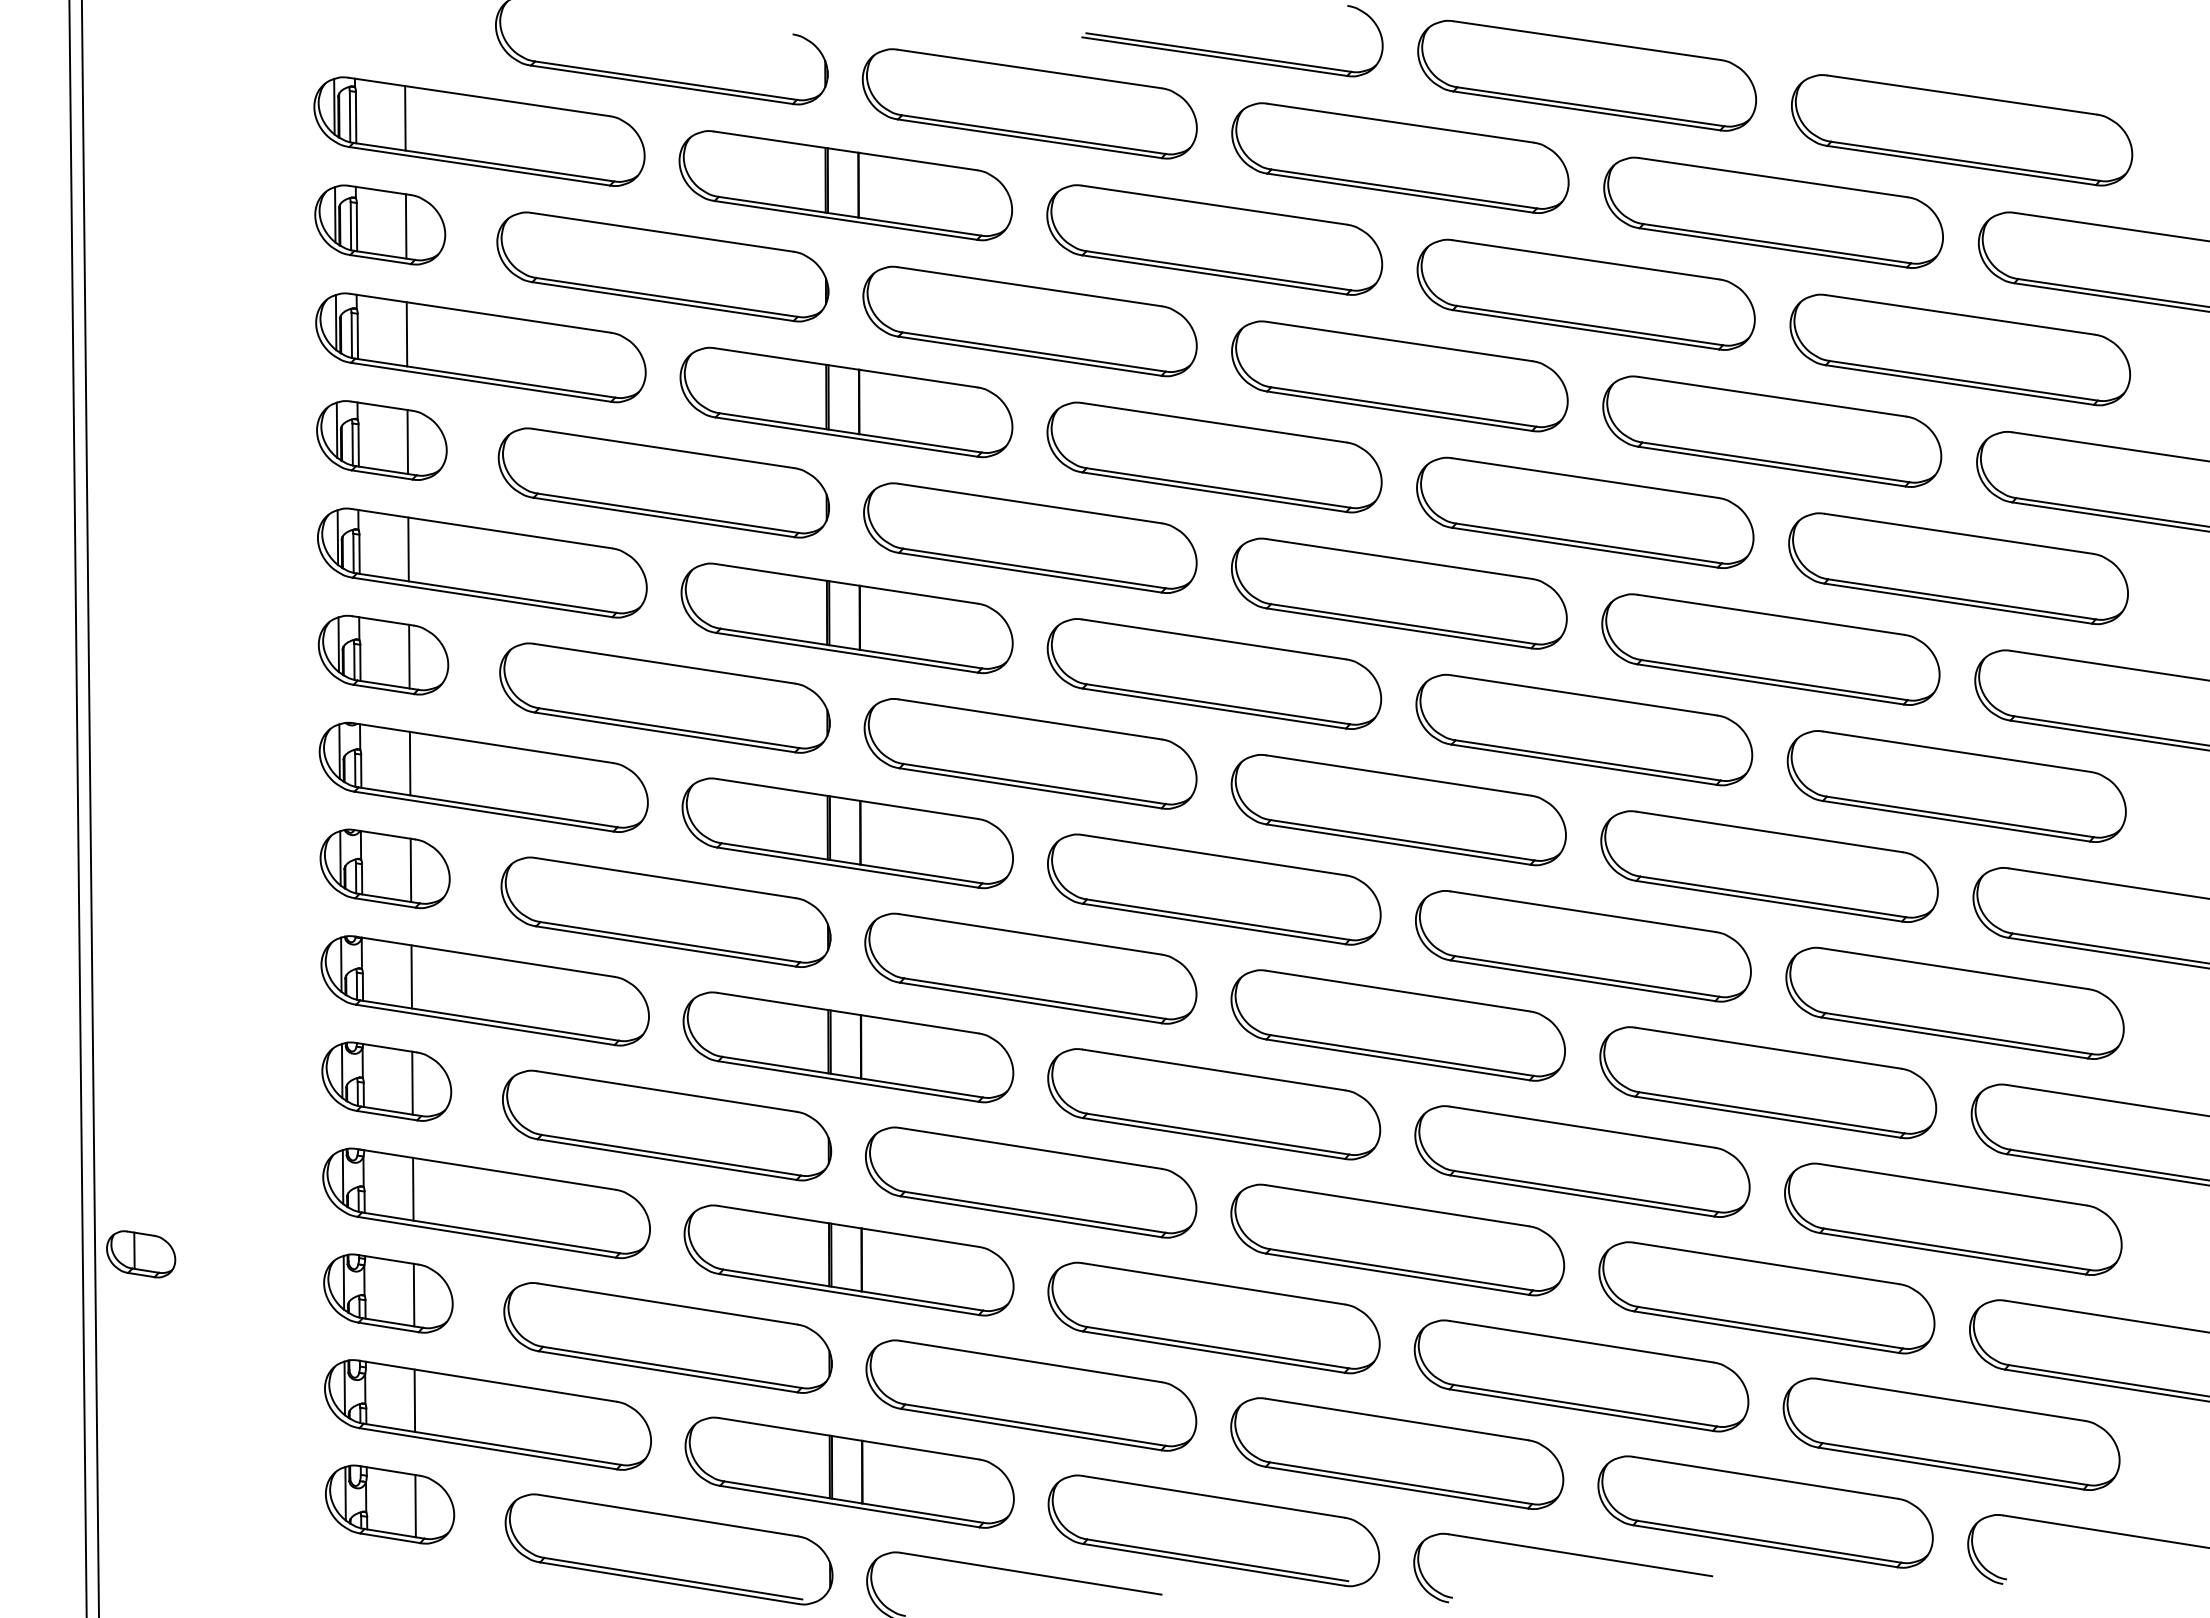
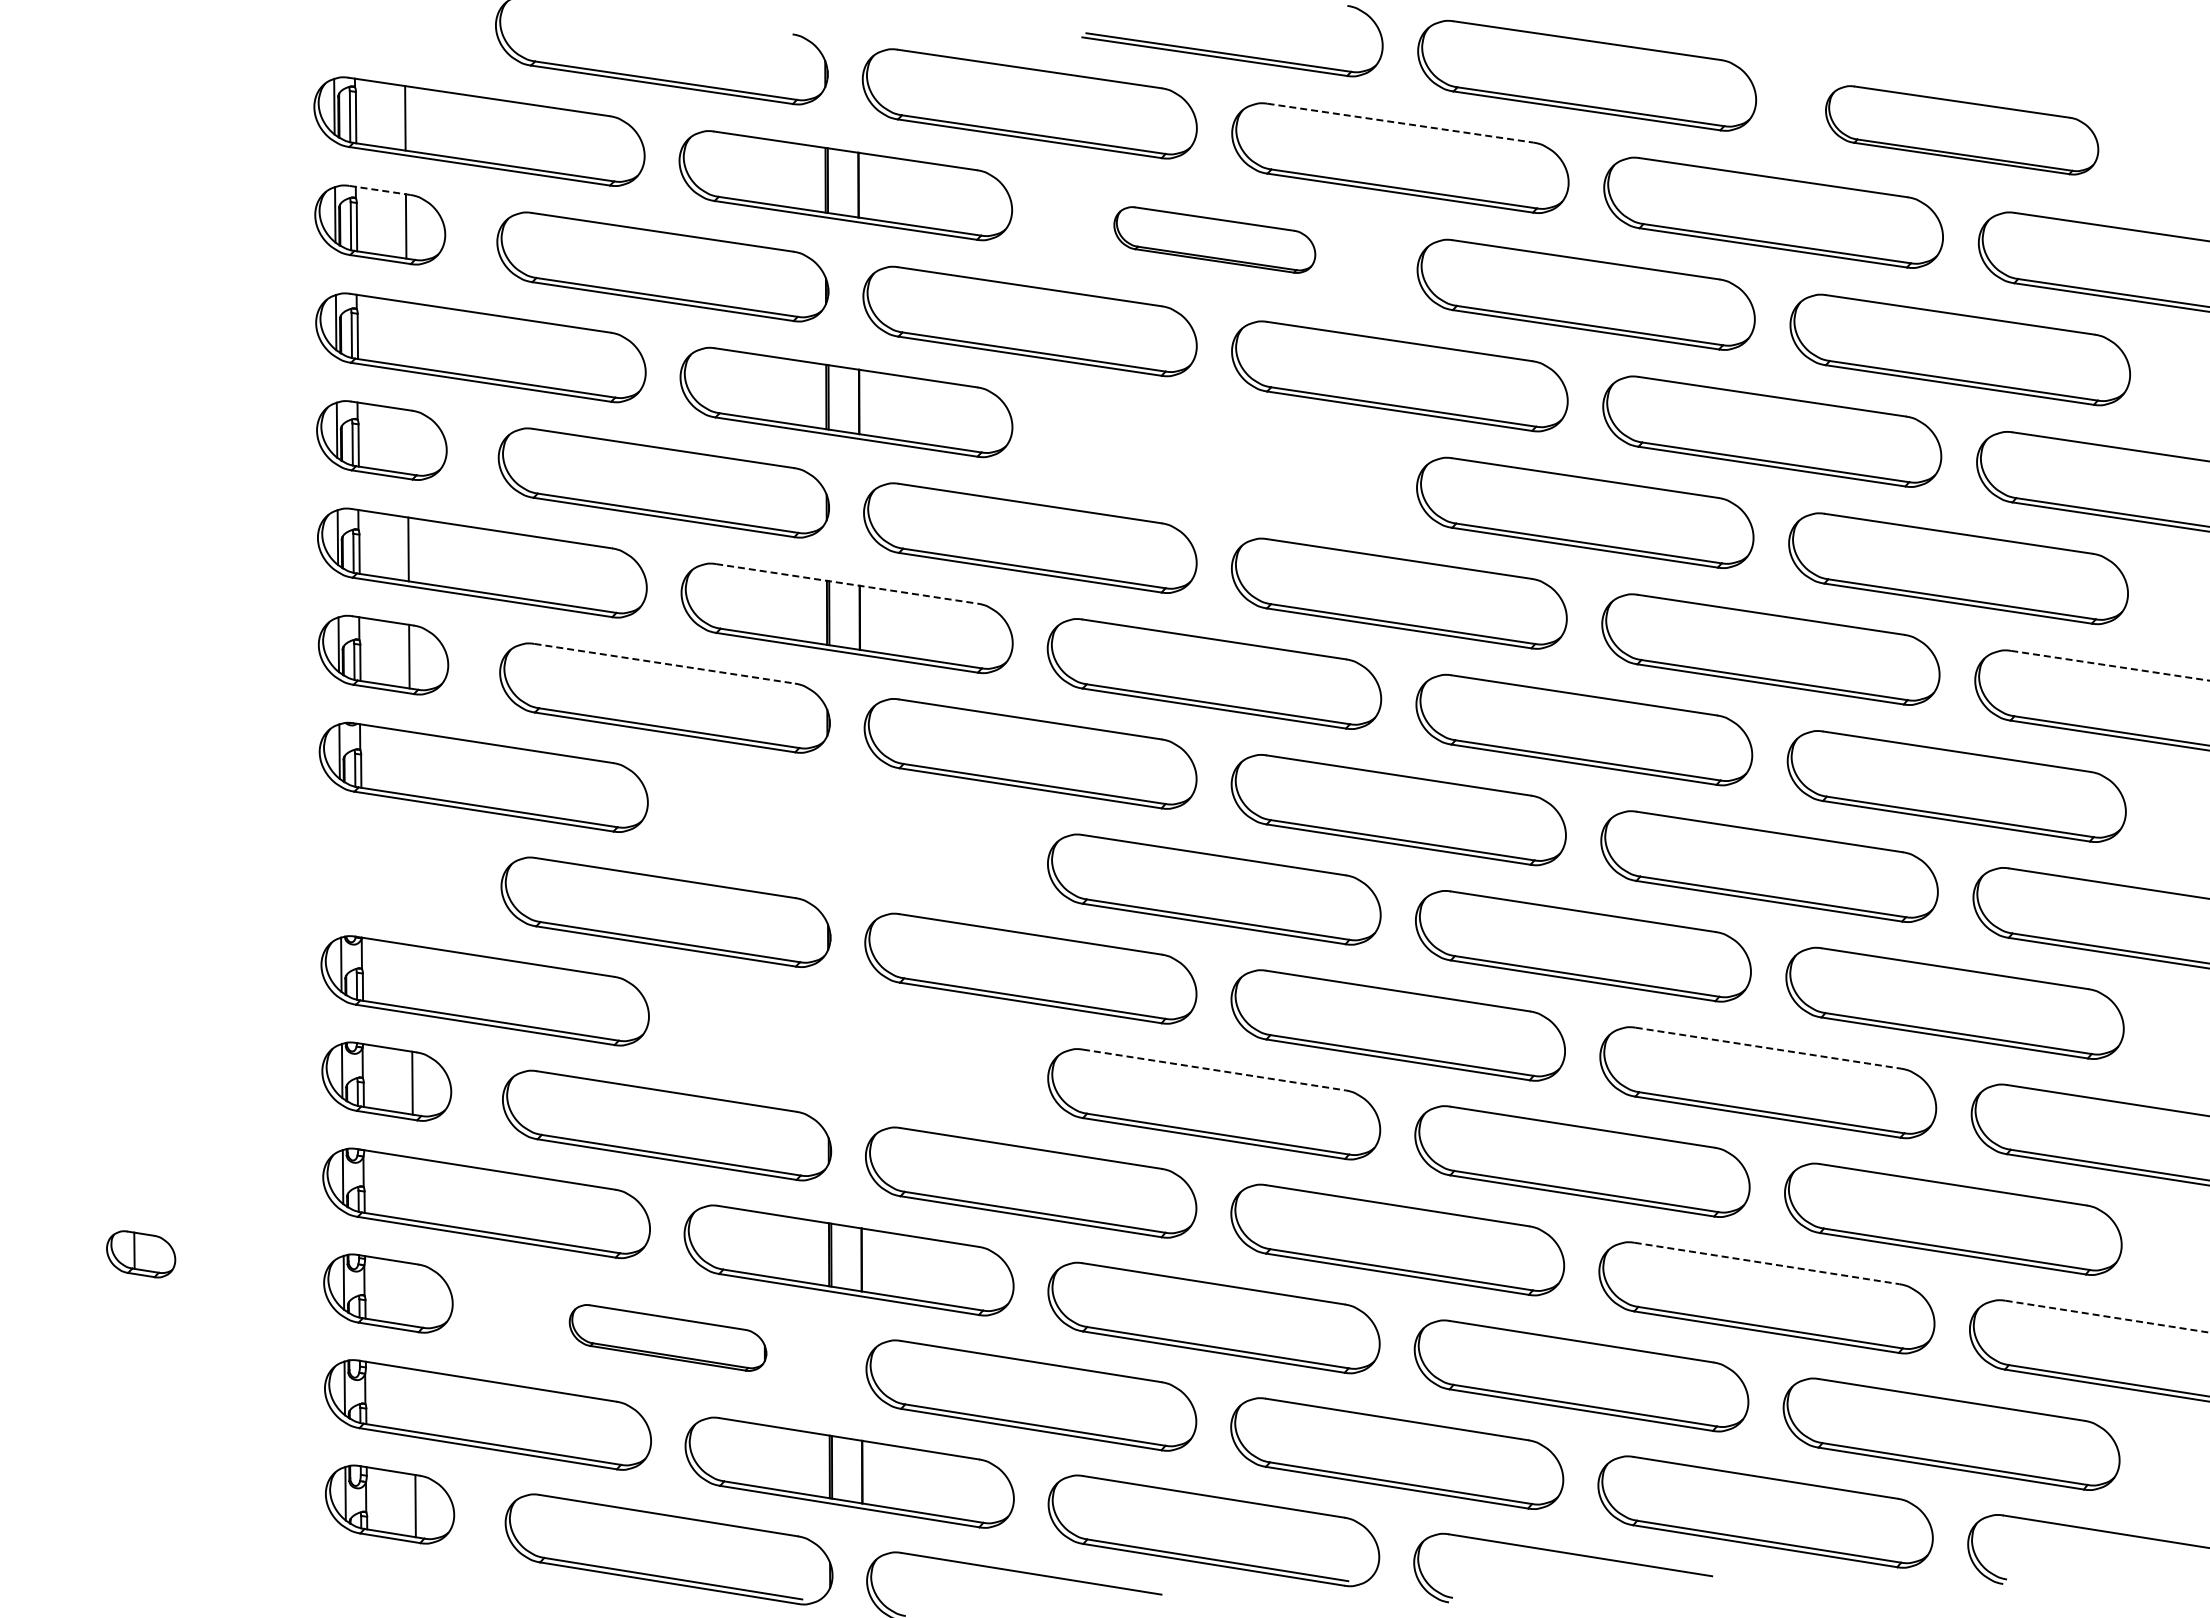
line at (1400, 123): solid -> dashed
part at (1962, 130) size: 343x113 px -> 275x91 px
line at (379, 190): solid -> dashed
part at (1214, 239) size: 338x112 px -> 204x68 px
line at (406, 334): present -> none
line at (407, 442): present -> none
part at (1214, 457): present -> none
line at (847, 583): solid -> dashed
line at (664, 663): solid -> dashed
line at (2110, 665): solid -> dashed
line at (409, 763): present -> none
line at (77, 808): present -> none
line at (89, 808): present -> none
part at (847, 833): present -> none
part at (384, 868): present -> none
line at (411, 976): present -> none
part at (848, 1047): present -> none
line at (1768, 1048): solid -> dashed
line at (1214, 1069): solid -> dashed
line at (413, 1188): present -> none
line at (1767, 1263): solid -> dashed
line at (413, 1294): present -> none
line at (2107, 1316): solid -> dashed
part at (667, 1337) size: 330x112 px -> 200x68 px
line at (414, 1400): present -> none
